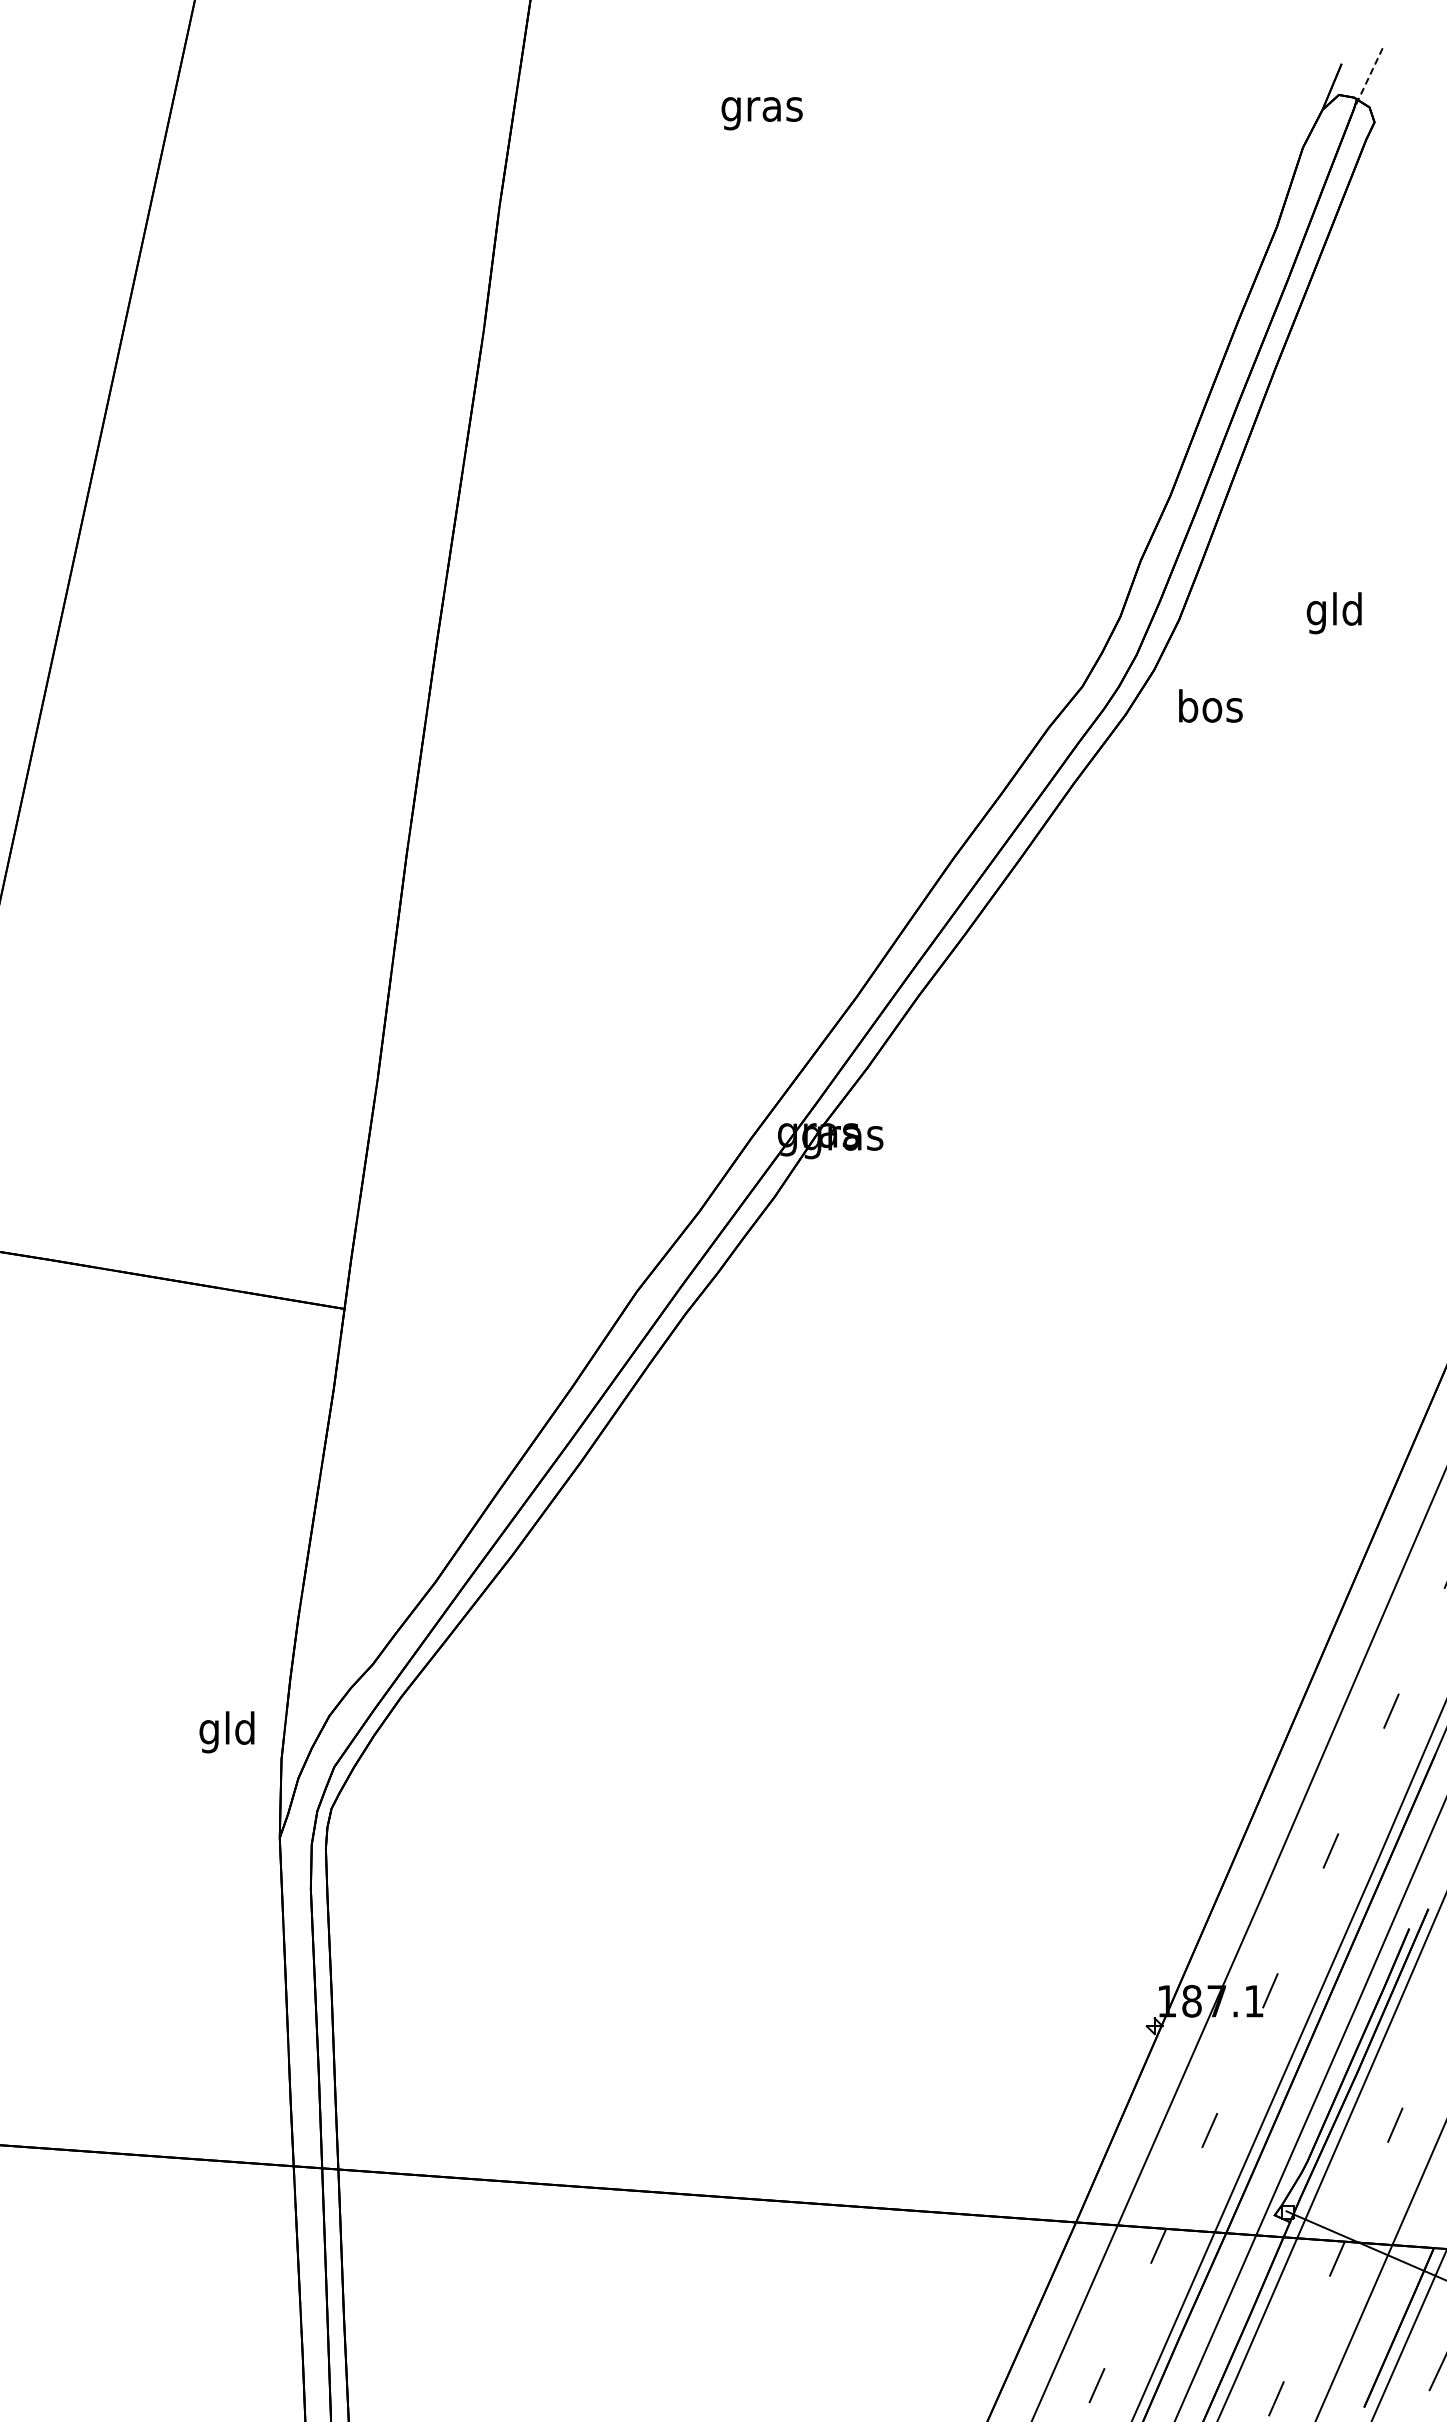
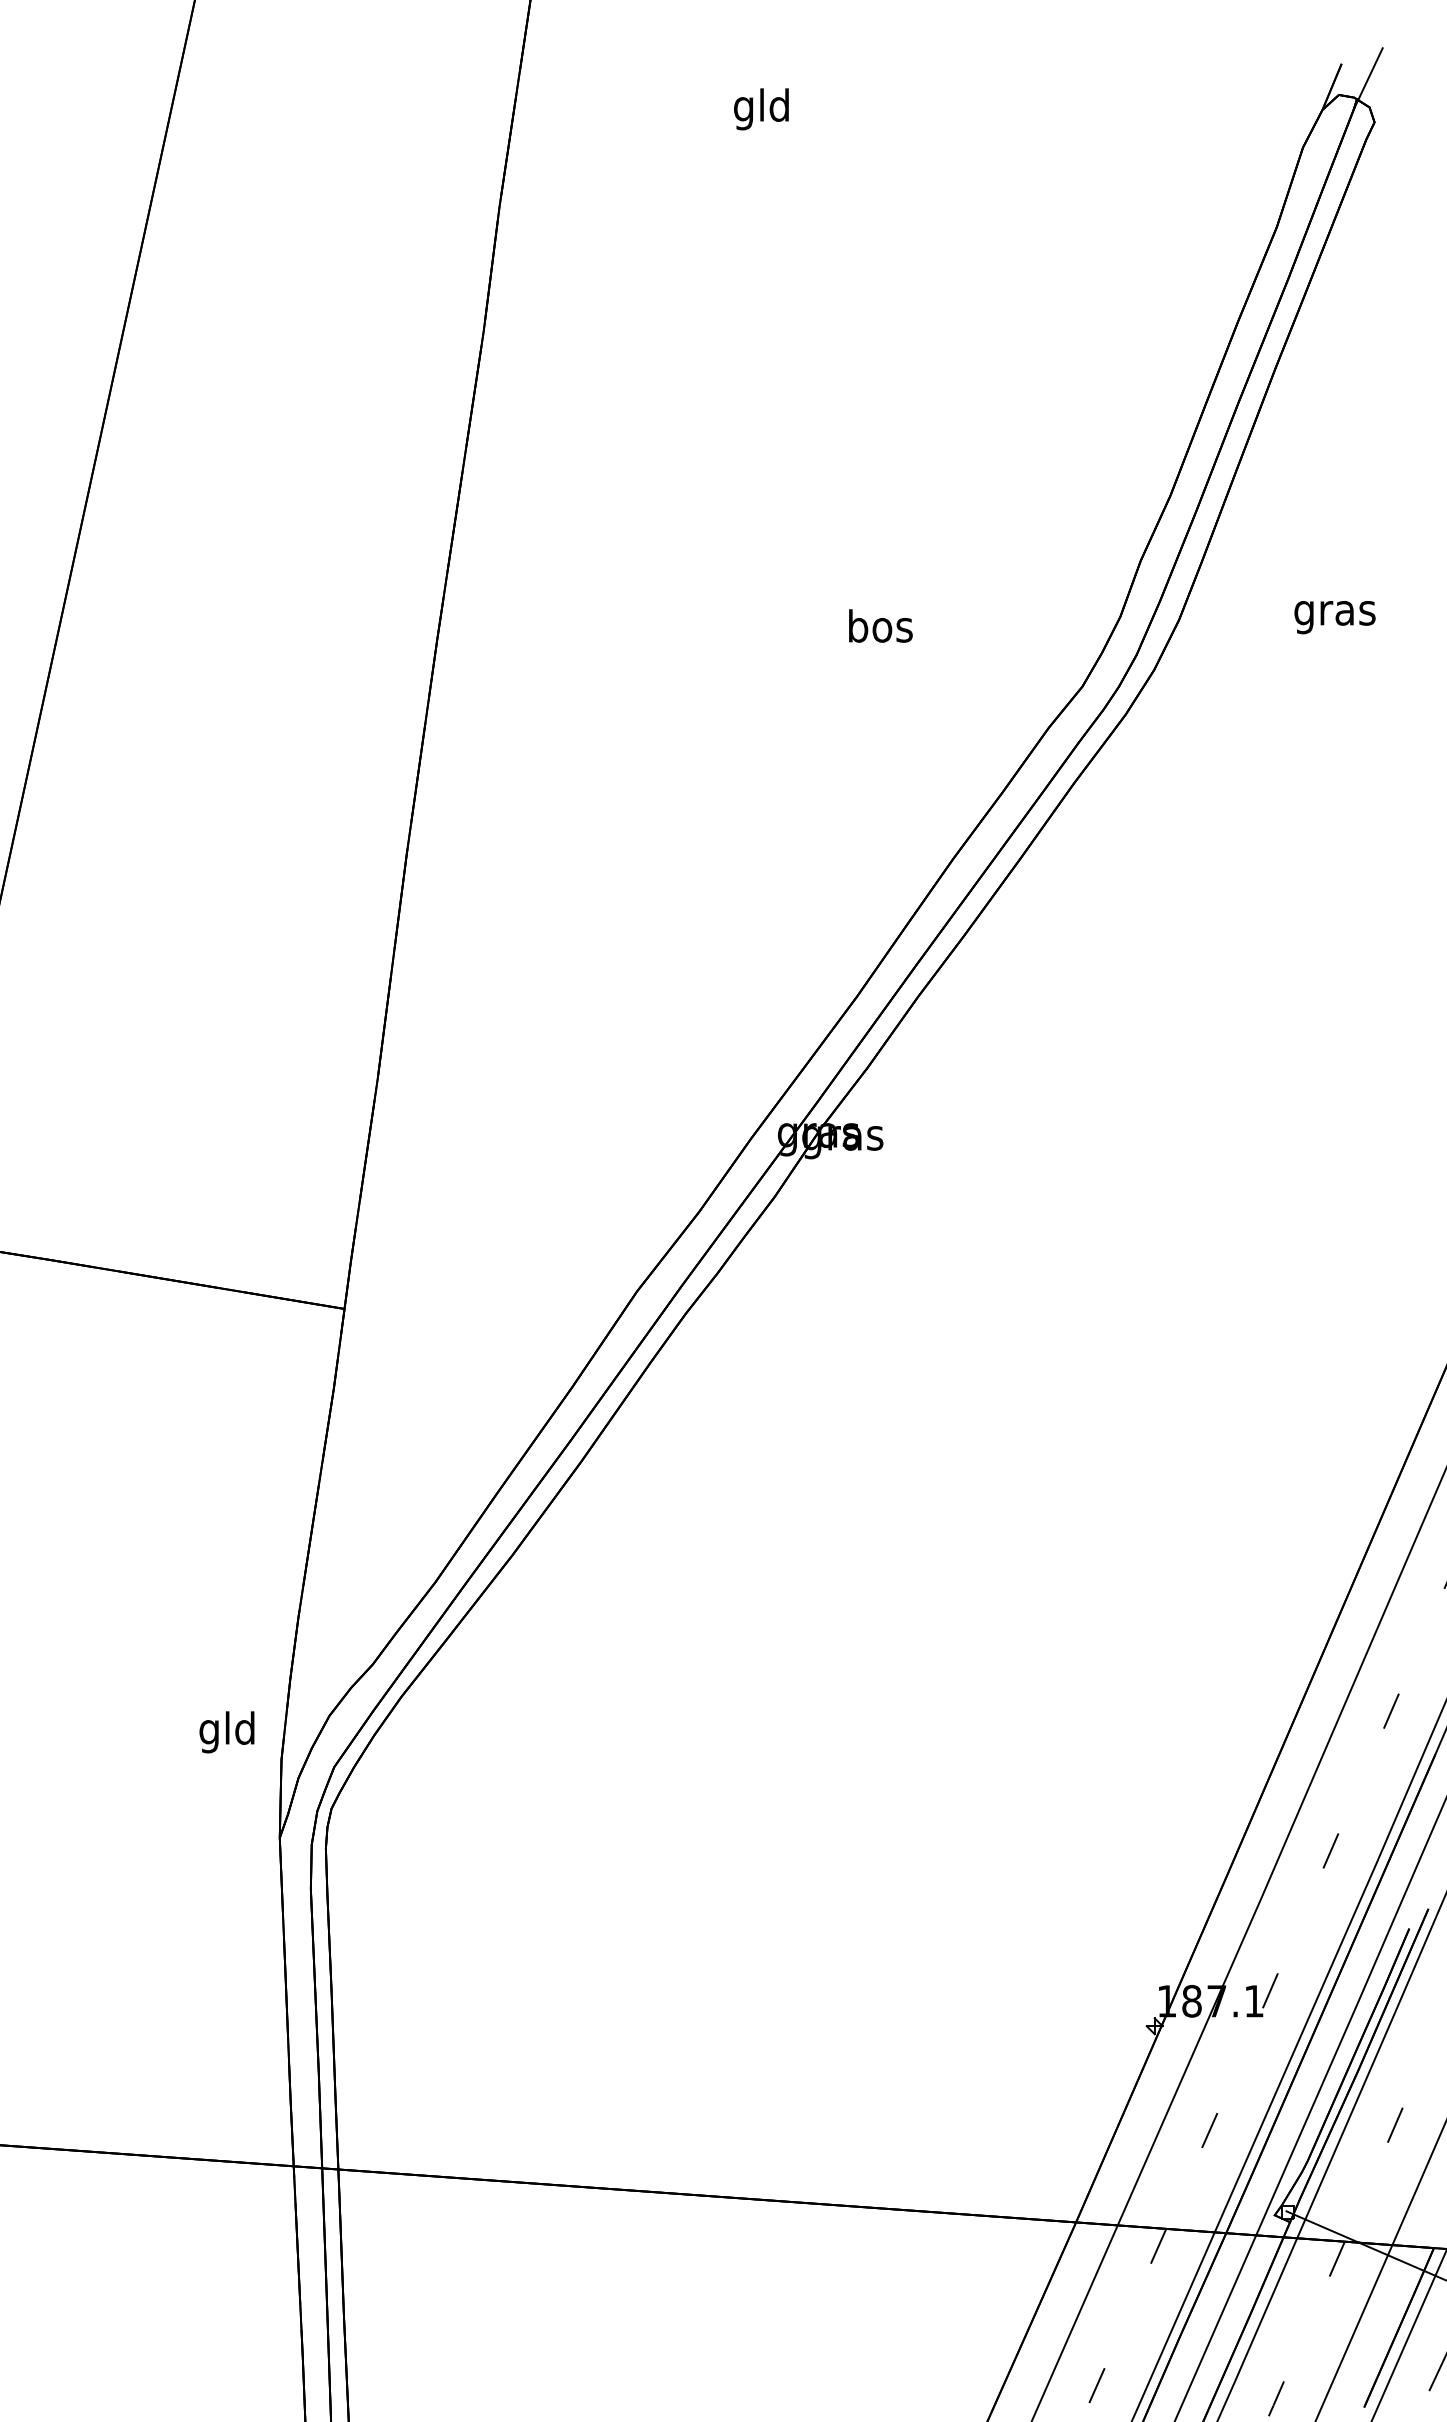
line at (1368, 78): dashed -> solid
text at (761, 109): gras -> gld
text at (1334, 613): gld -> gras
text at (1210, 705) position: (1210, 705) -> (880, 625)
